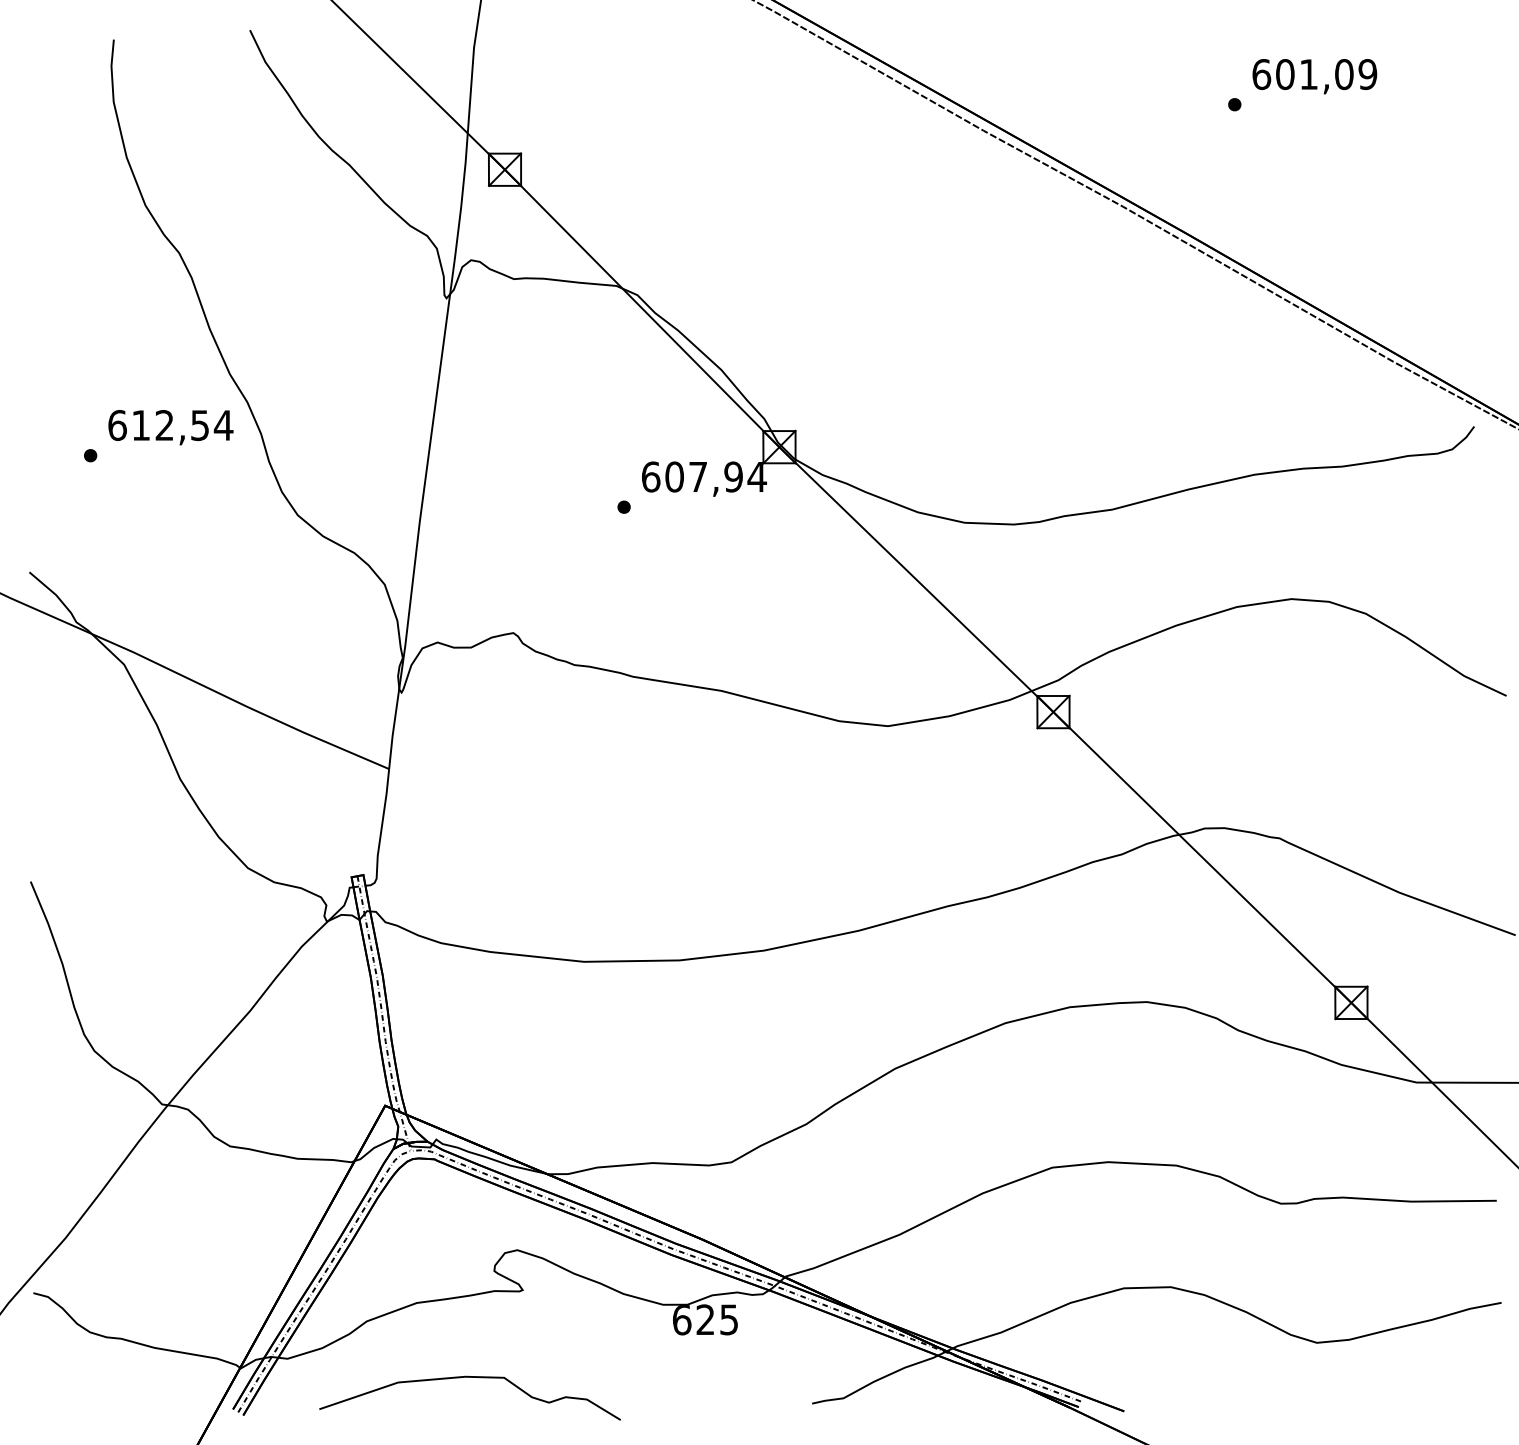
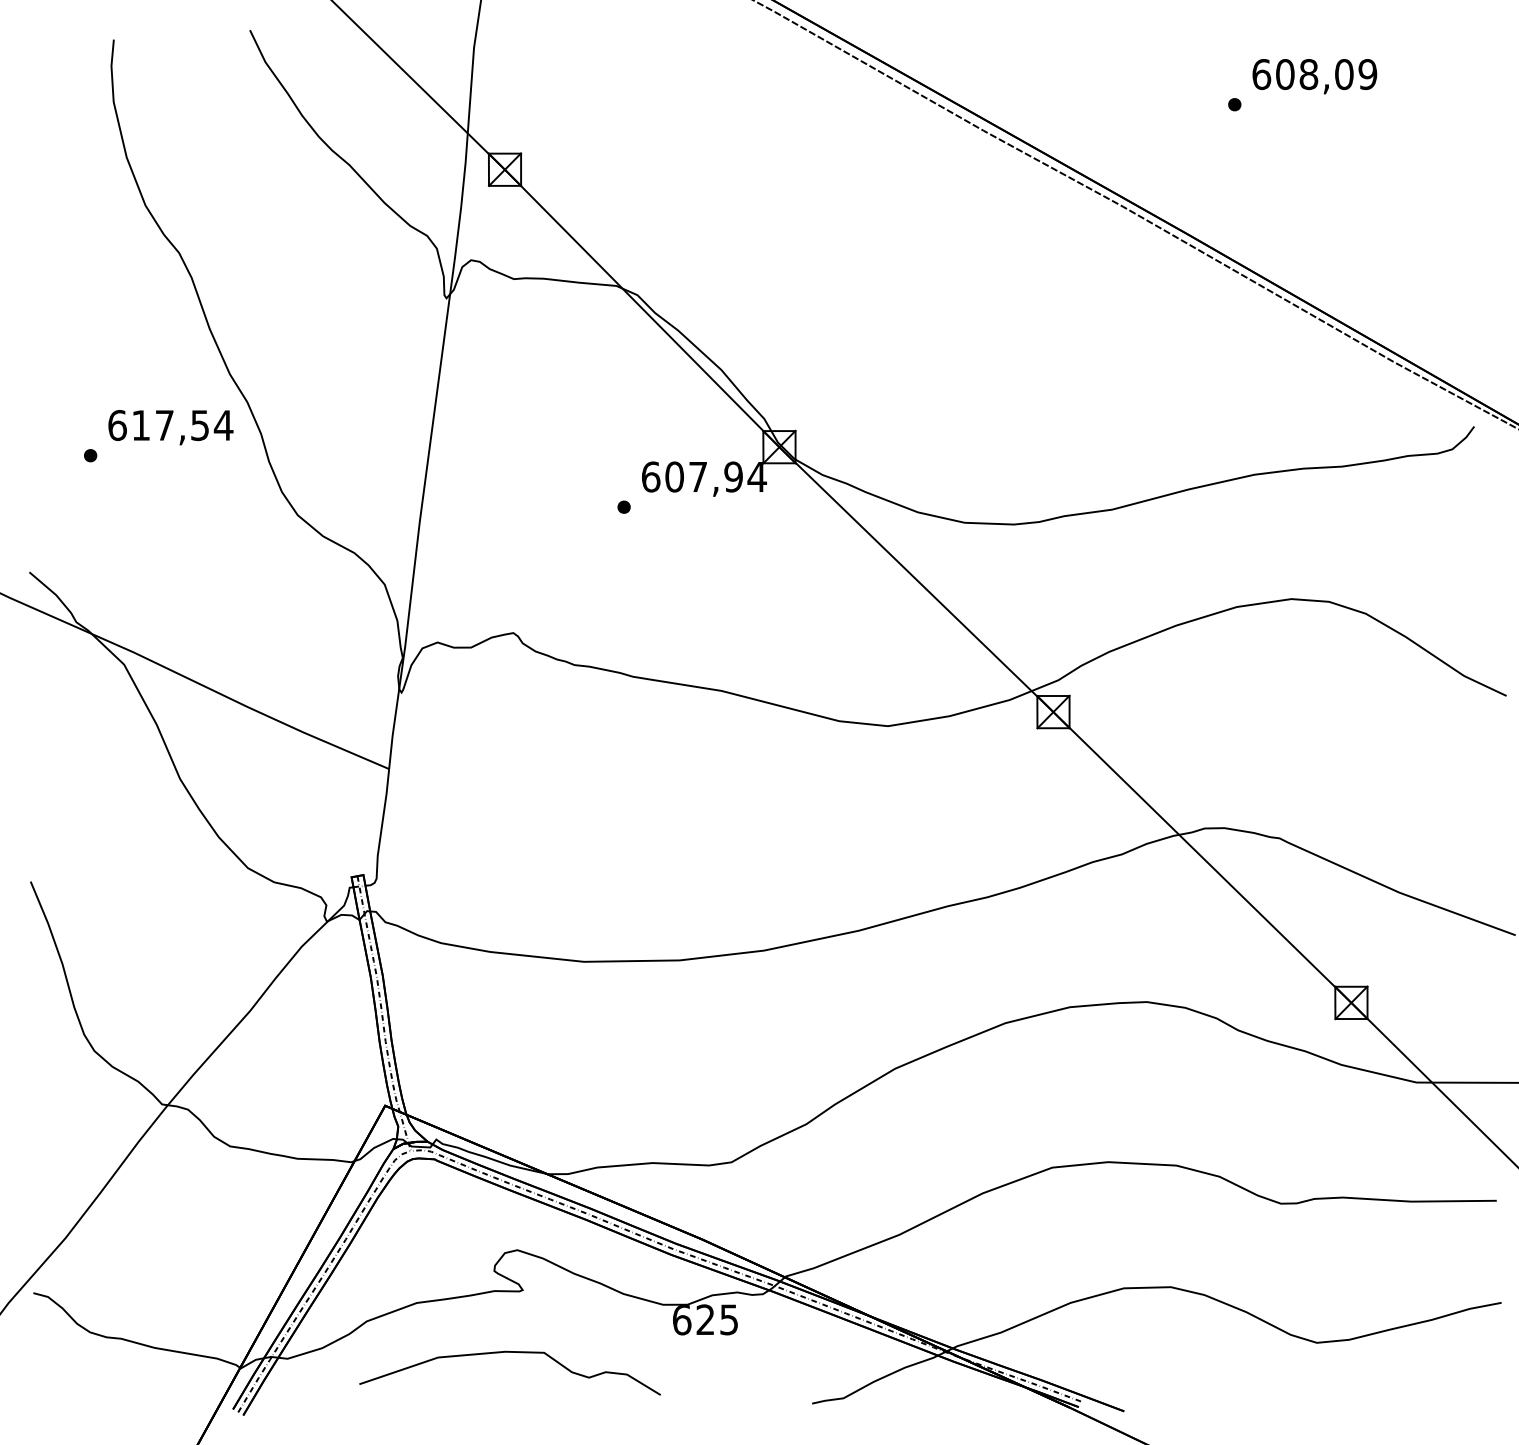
text at (1308, 74): 601,09 -> 608,09
text at (164, 425): 612,54 -> 617,54
curve at (469, 1377) position: (469, 1377) -> (509, 1352)
